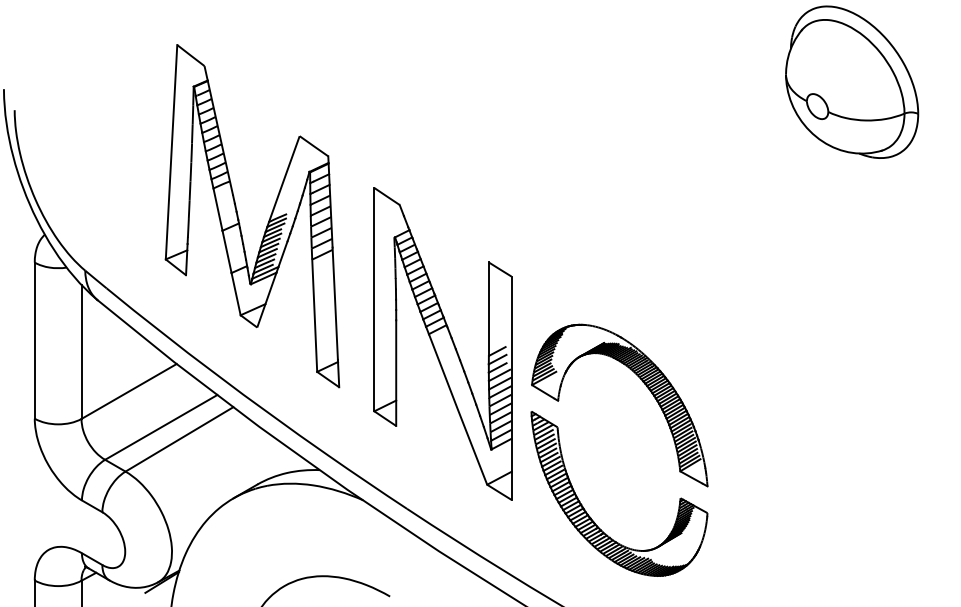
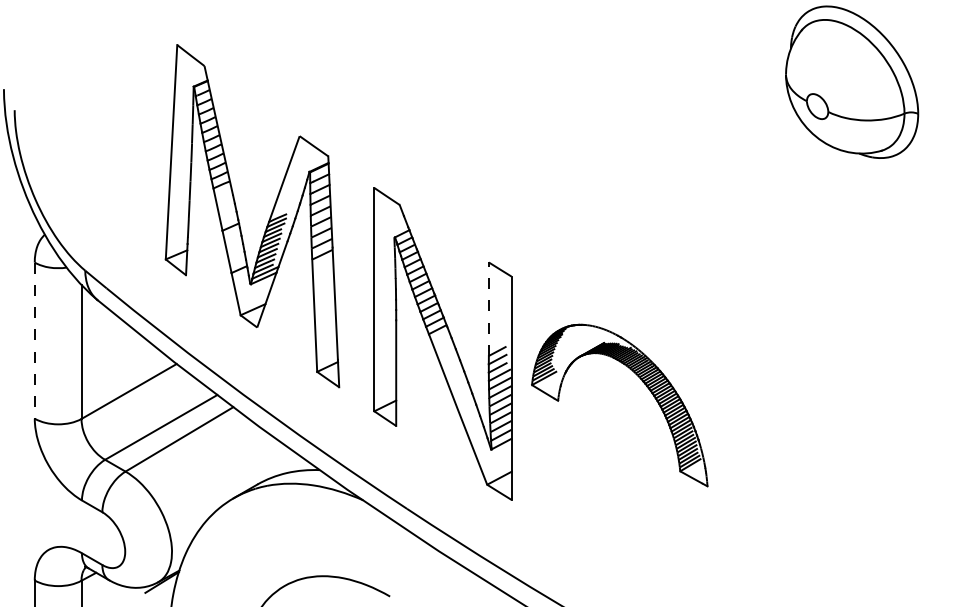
line at (488, 309): solid -> dashed
line at (34, 341): solid -> dashed
part at (591, 517): present -> none
